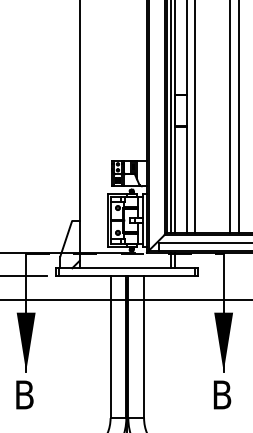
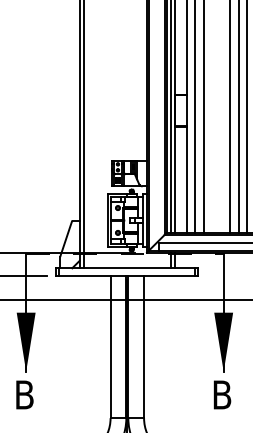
line at (203, 117): none -> present
line at (246, 117): none -> present
line at (83, 135): none -> present
